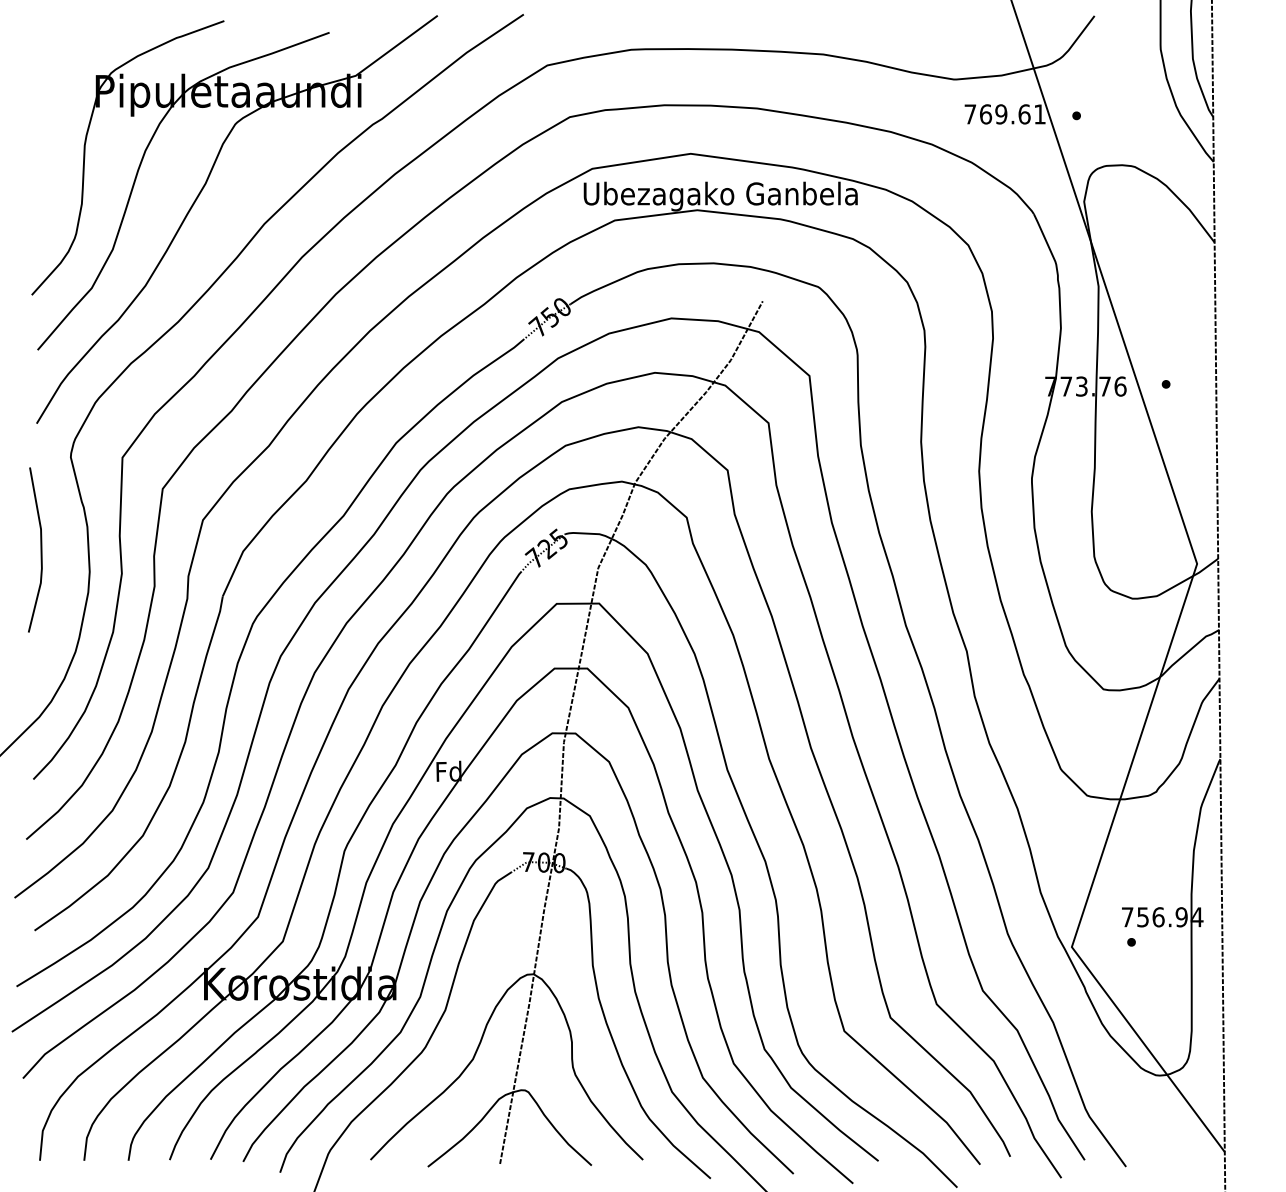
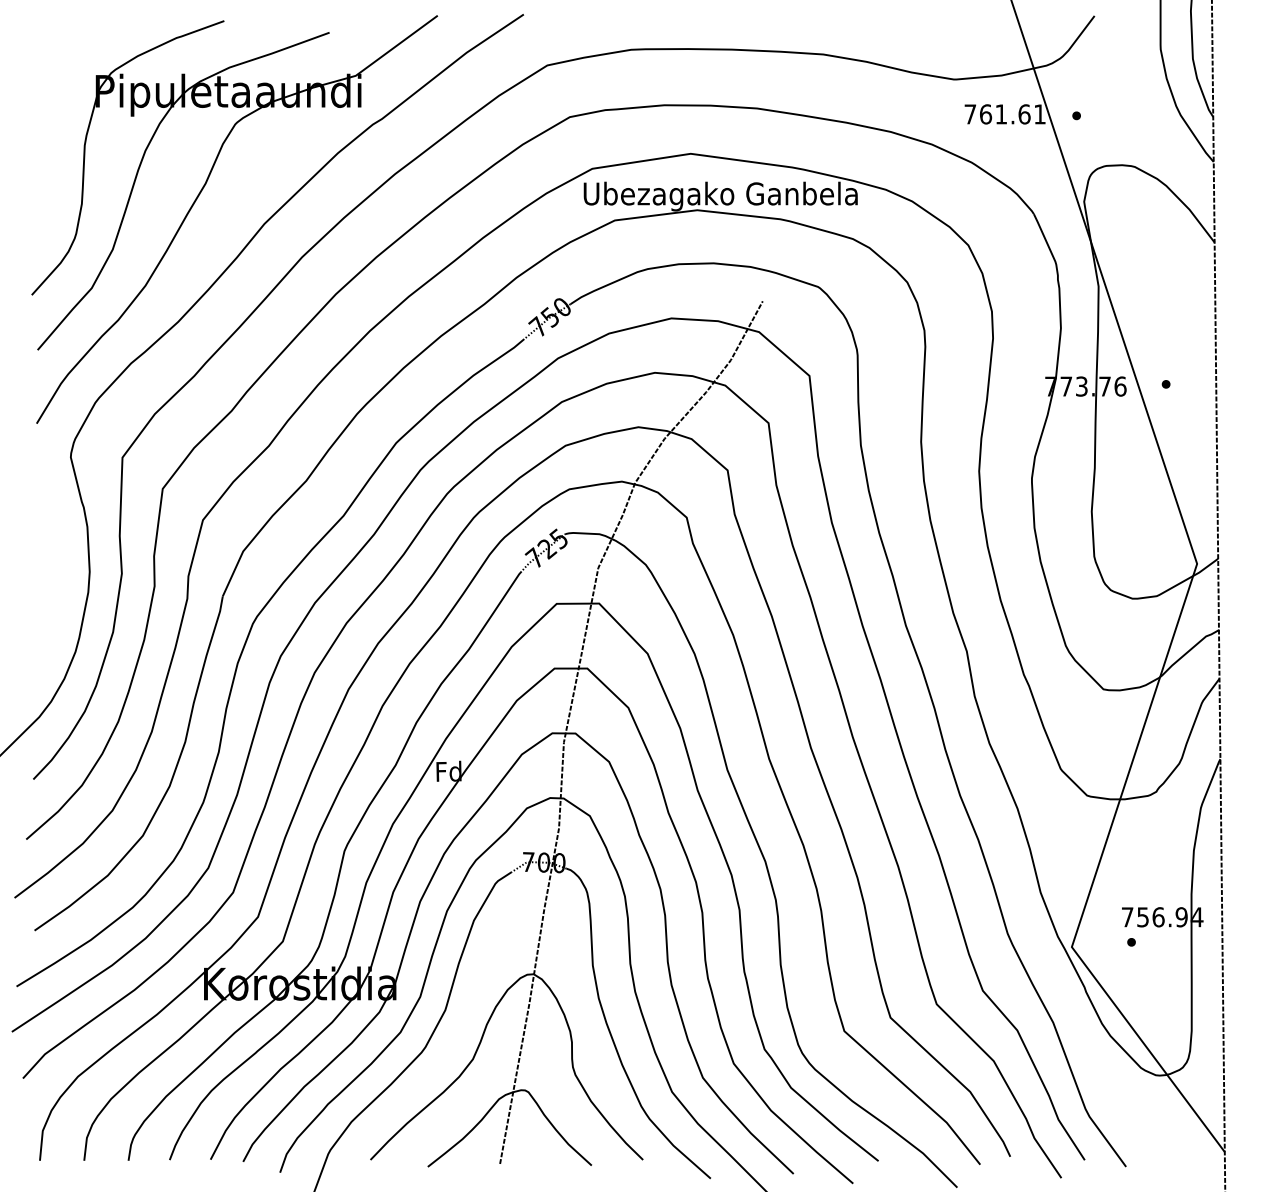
text at (1001, 114): 769.61 -> 761.61
curve at (40, 549): present -> none
